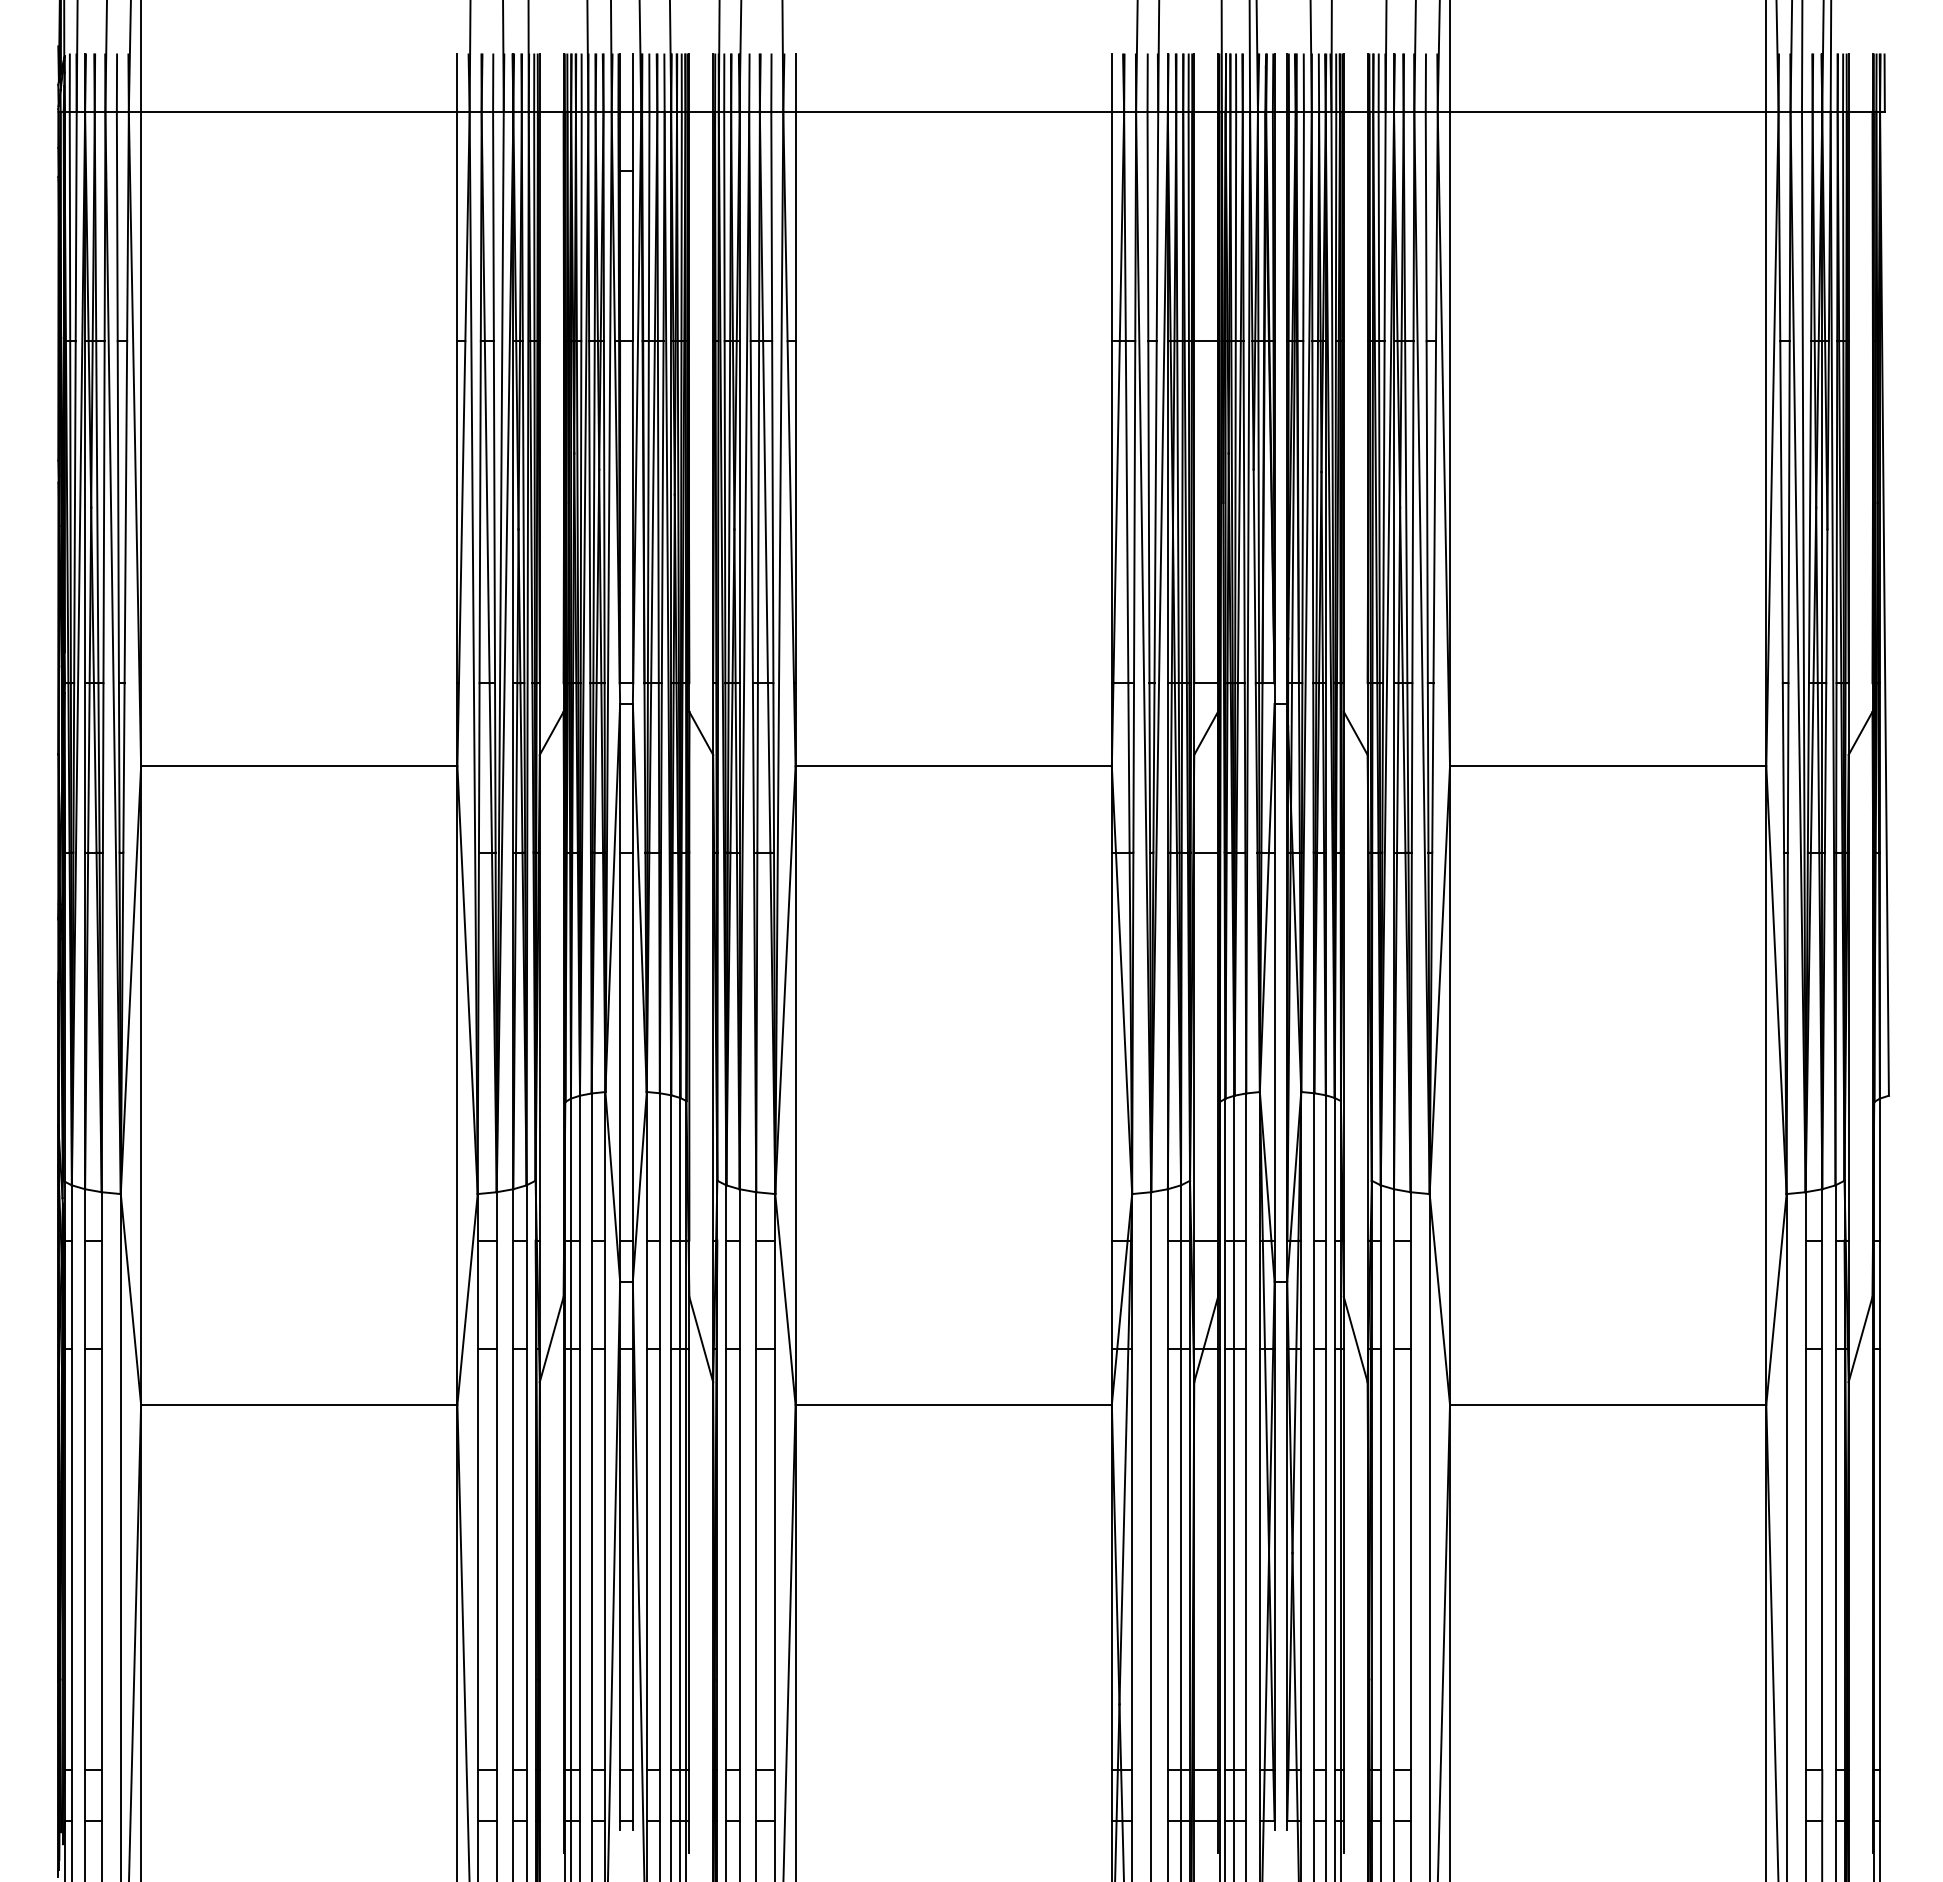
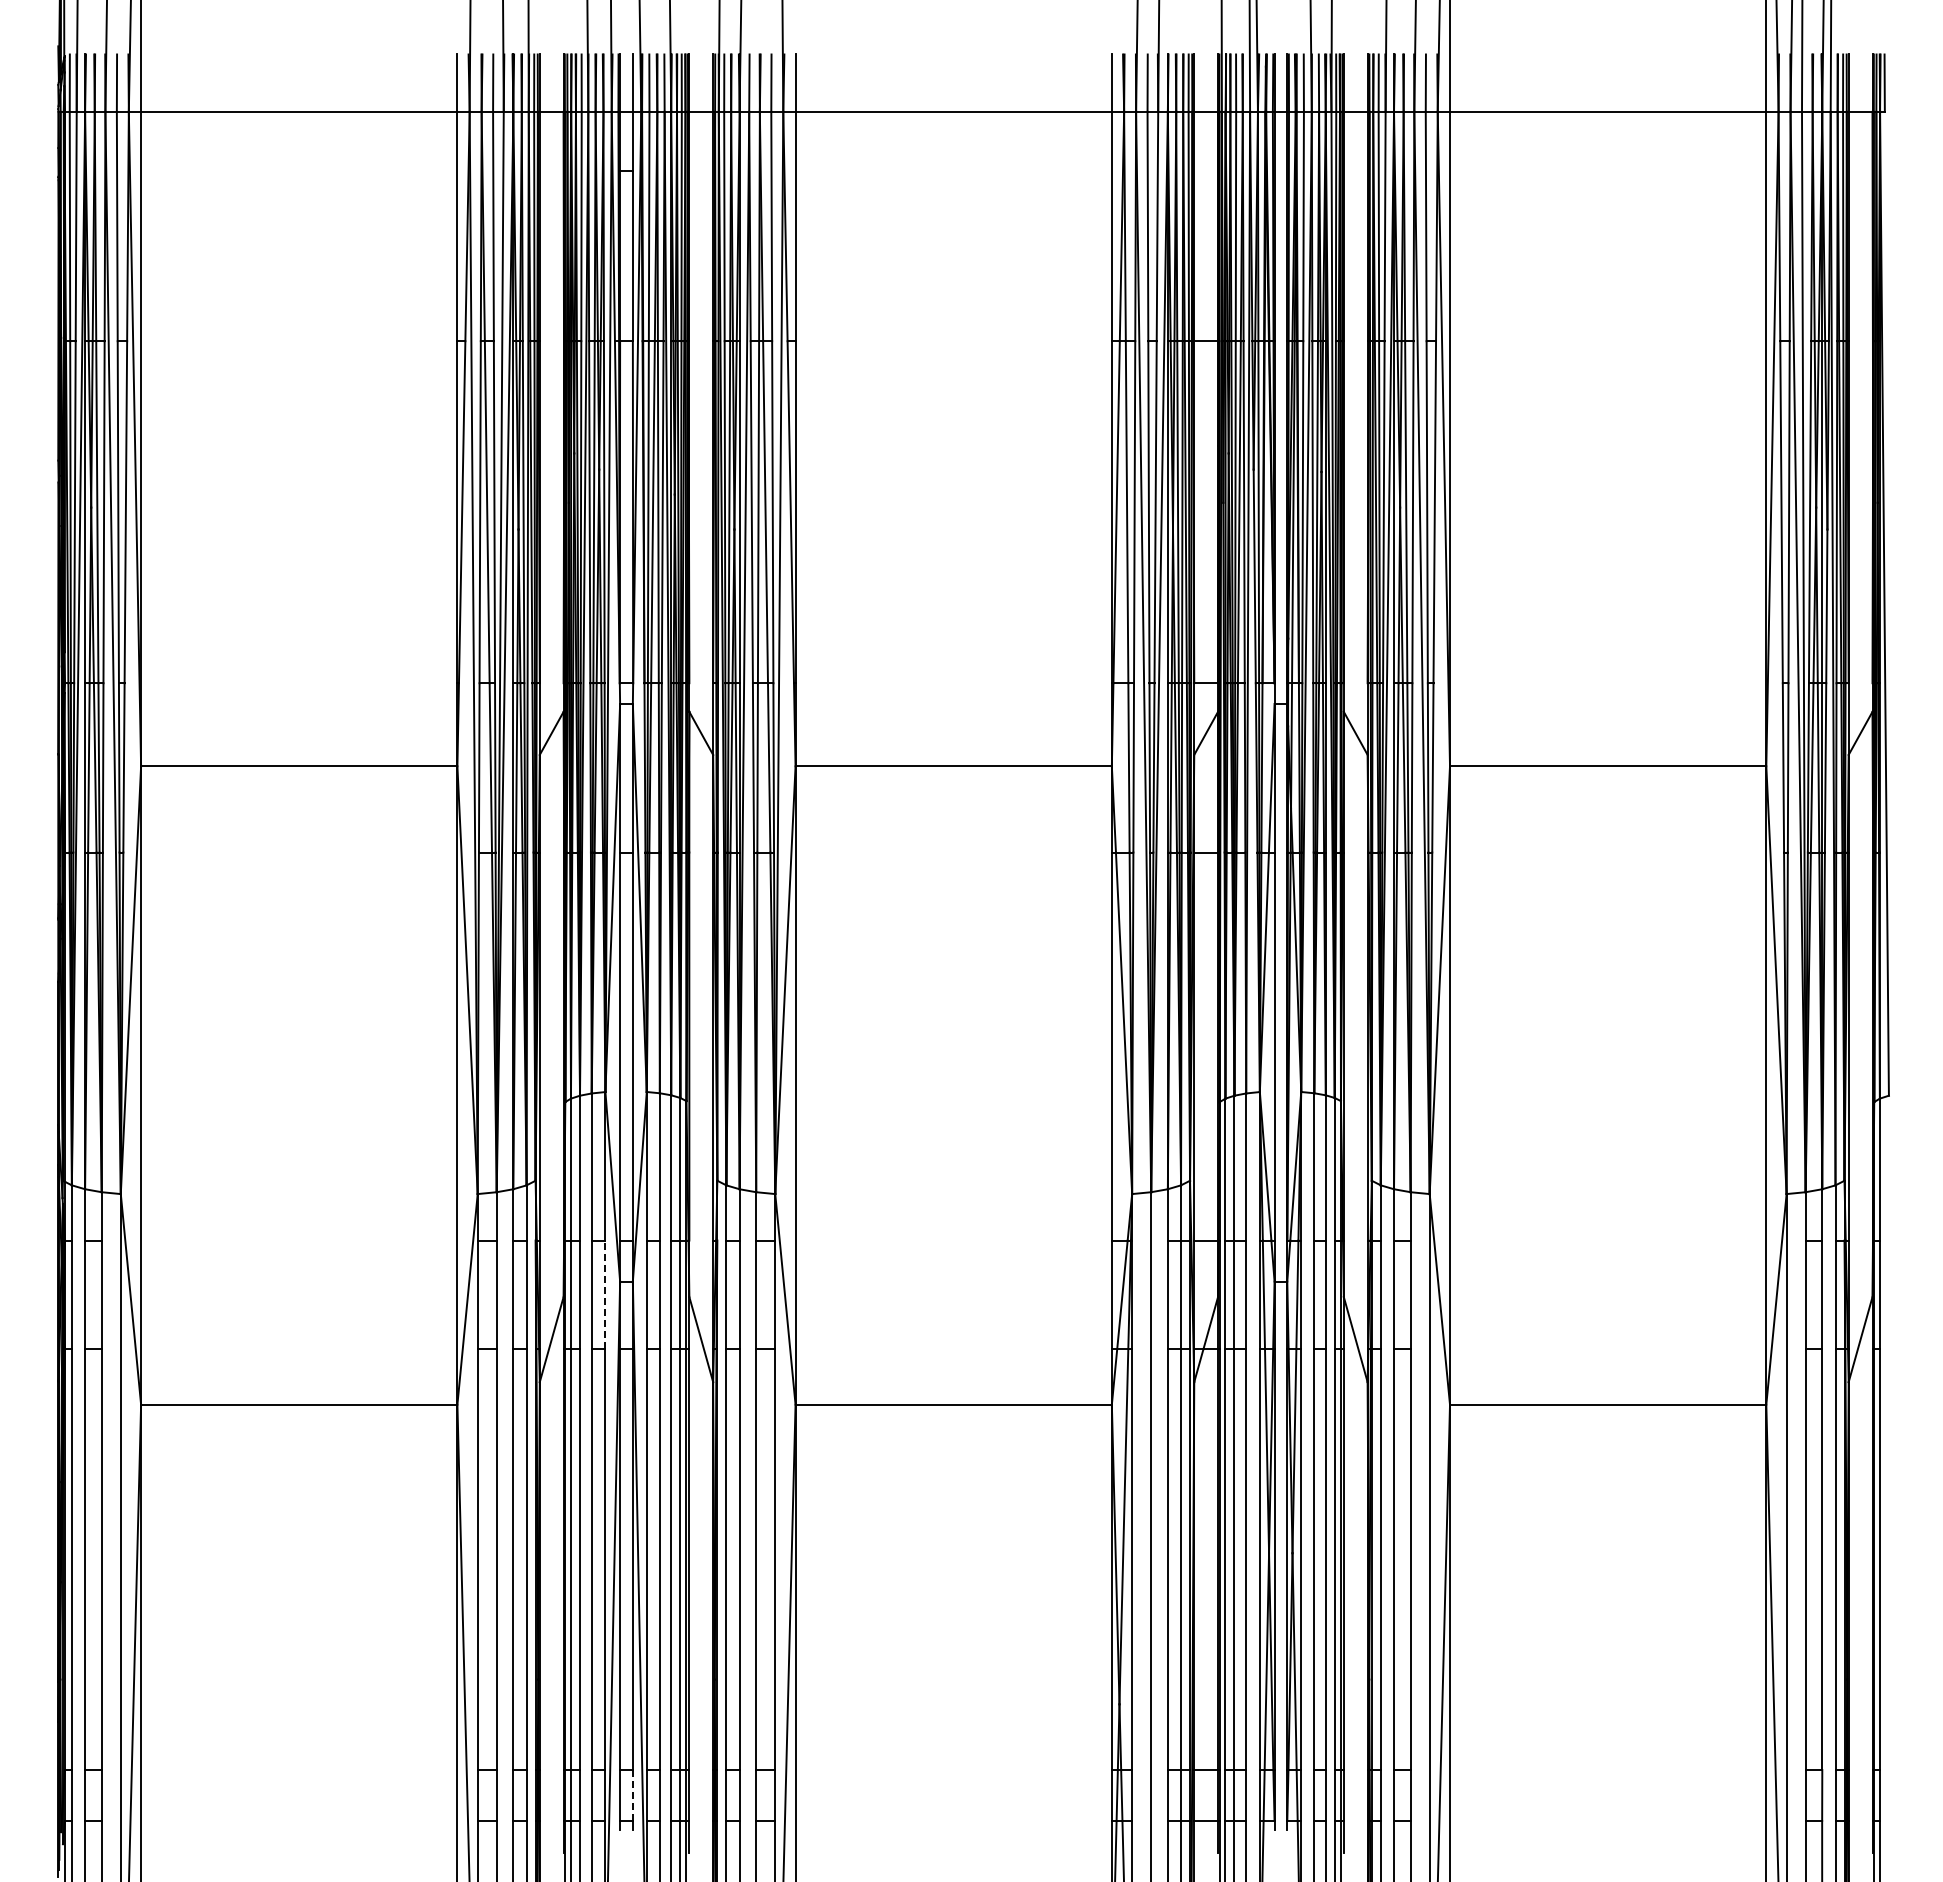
line at (605, 1294): solid -> dashed
line at (632, 1795): solid -> dashed
